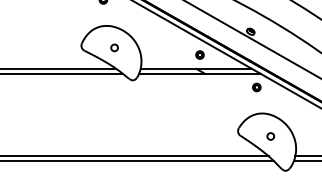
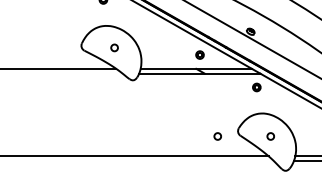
line at (62, 73): present -> none
circle at (217, 136): none -> present
line at (138, 161): present -> none
